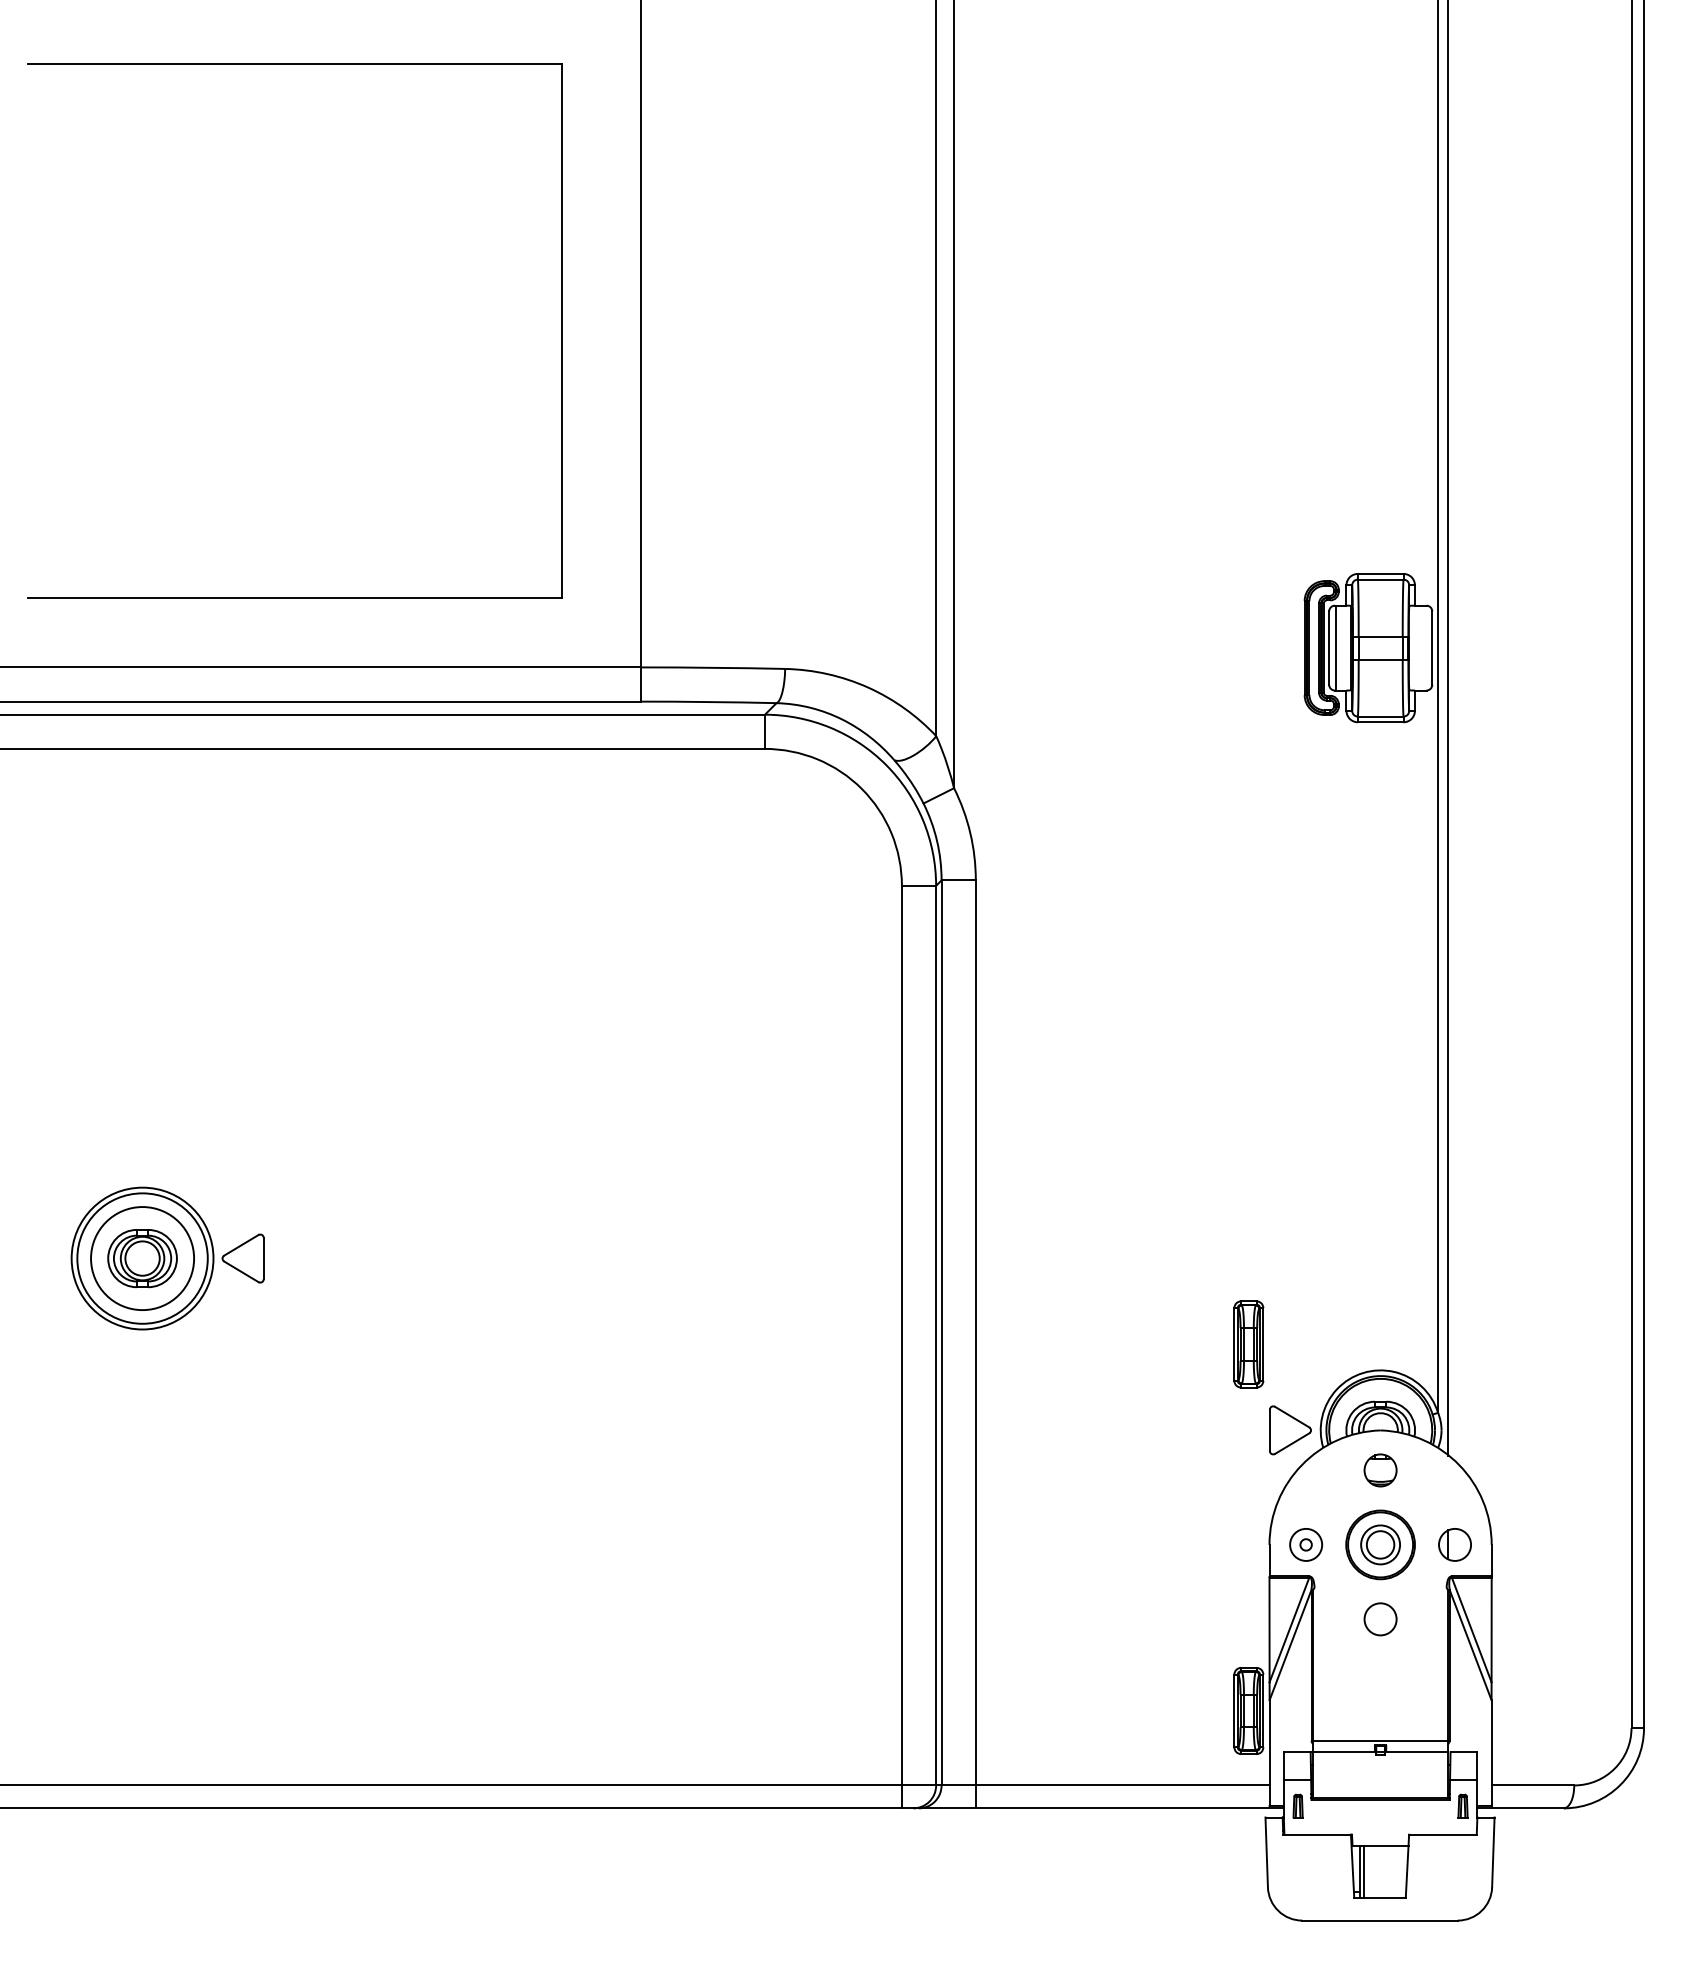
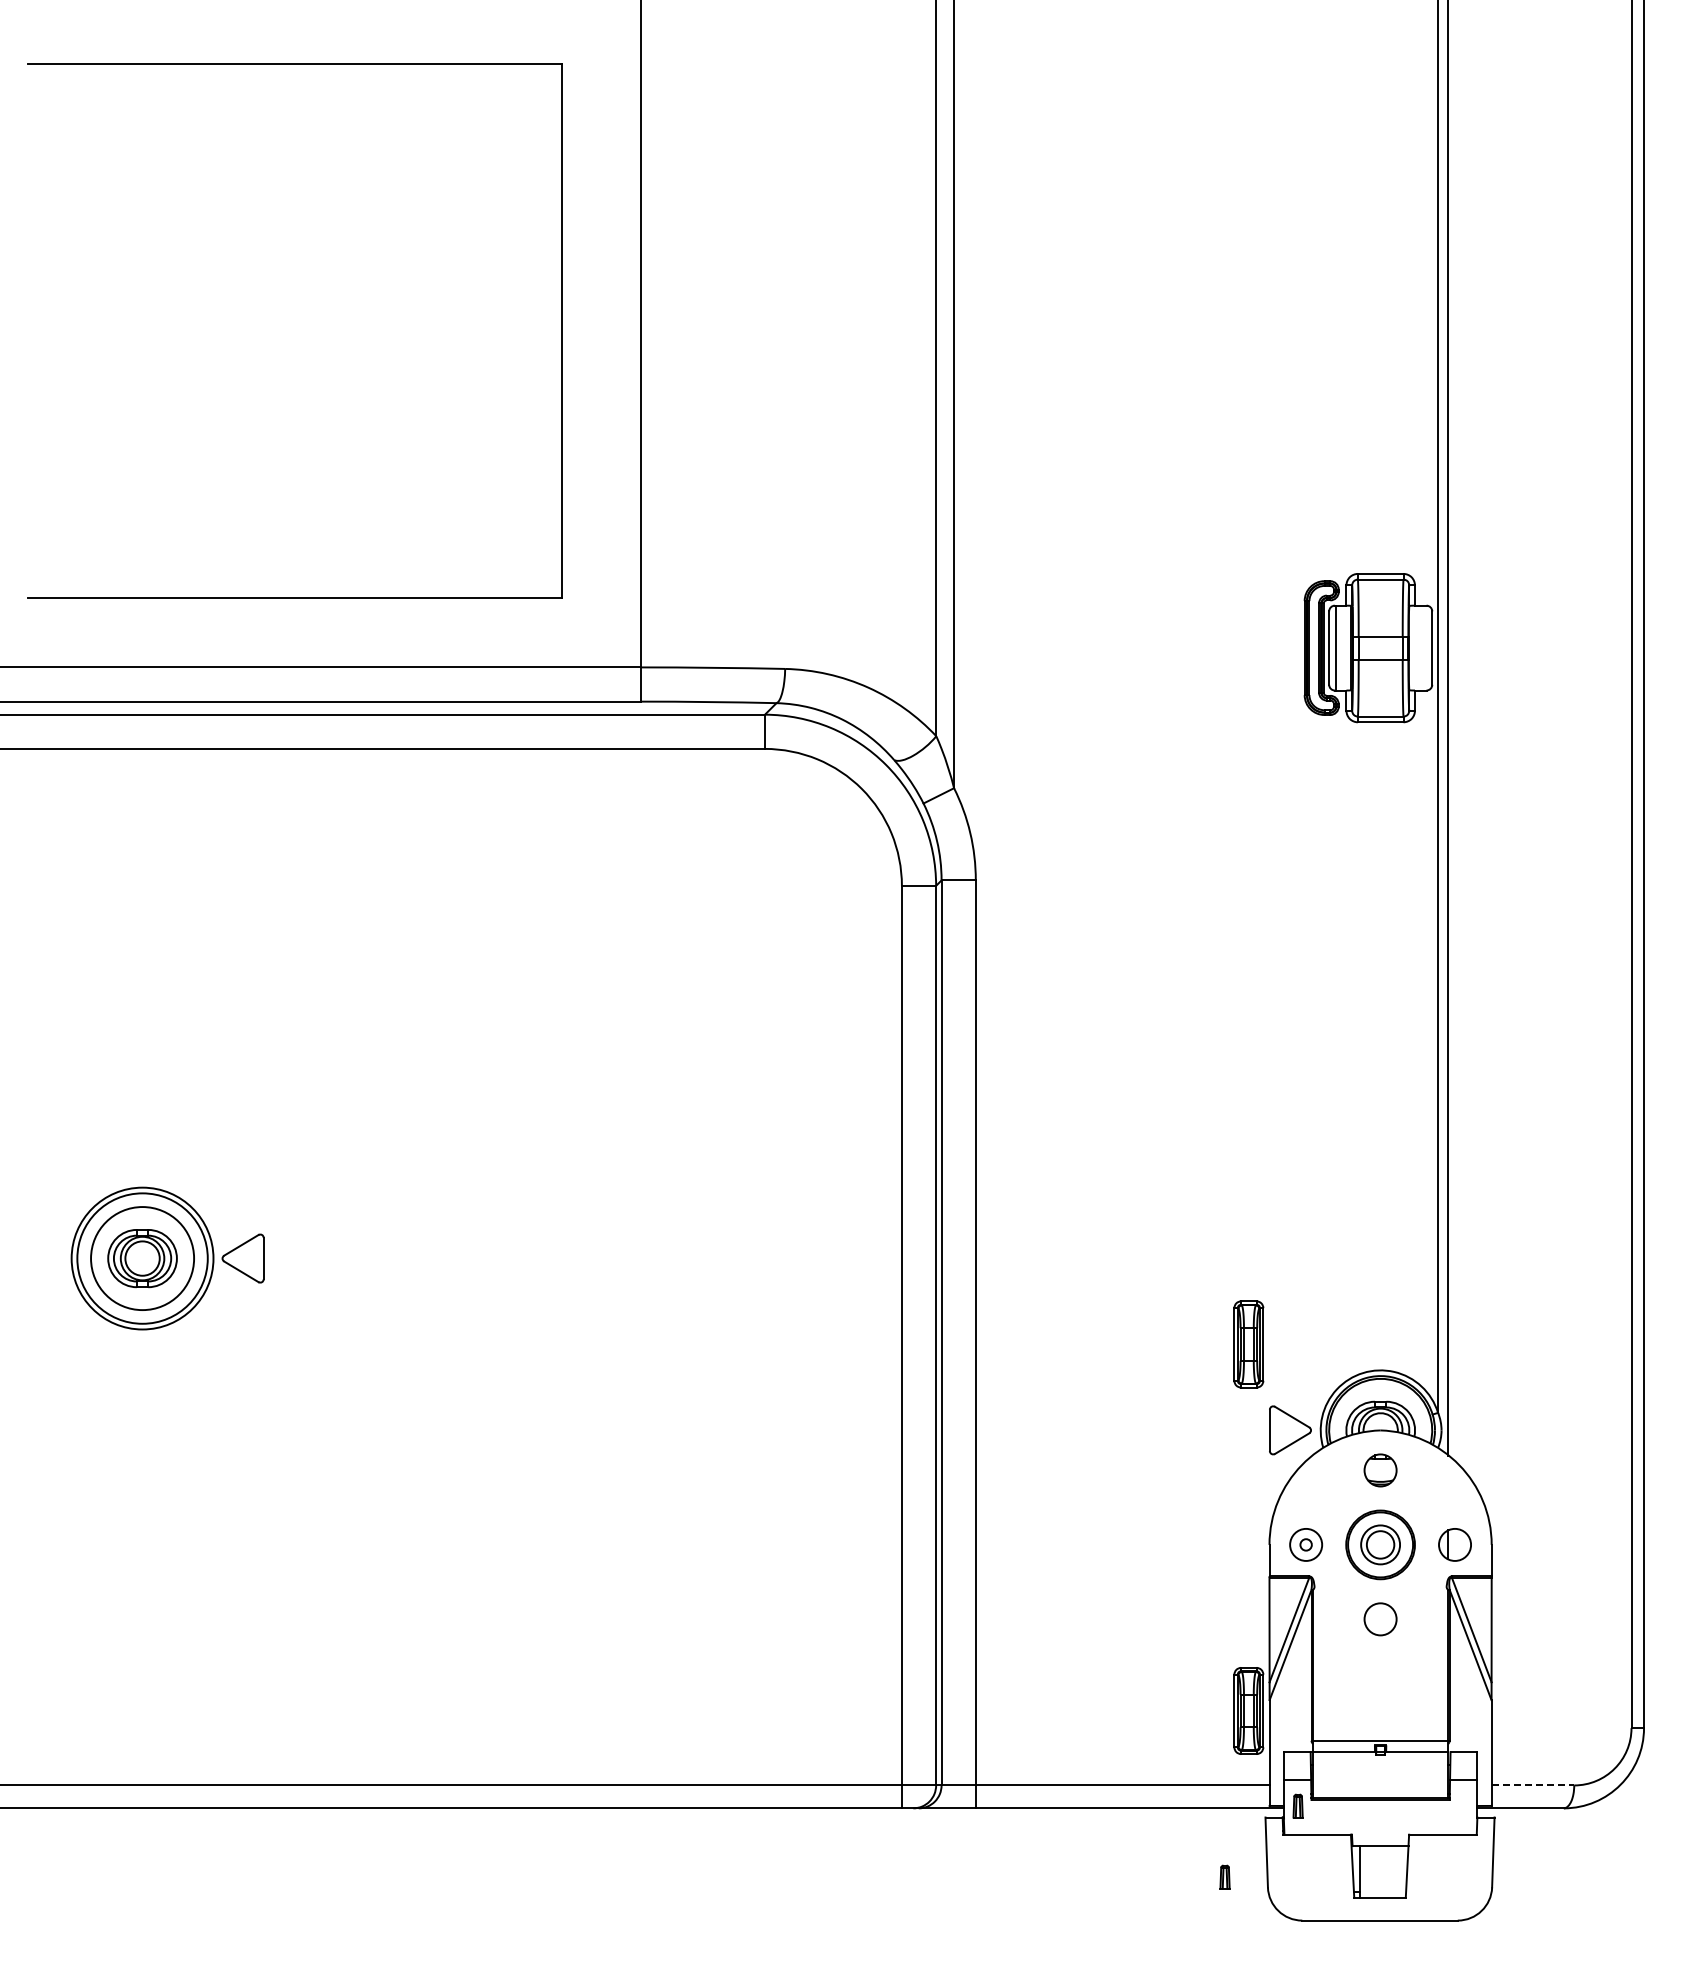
line at (1533, 1785): solid -> dashed
part at (1462, 1805) position: (1462, 1805) -> (1224, 1876)
line at (1364, 1871): present -> none
